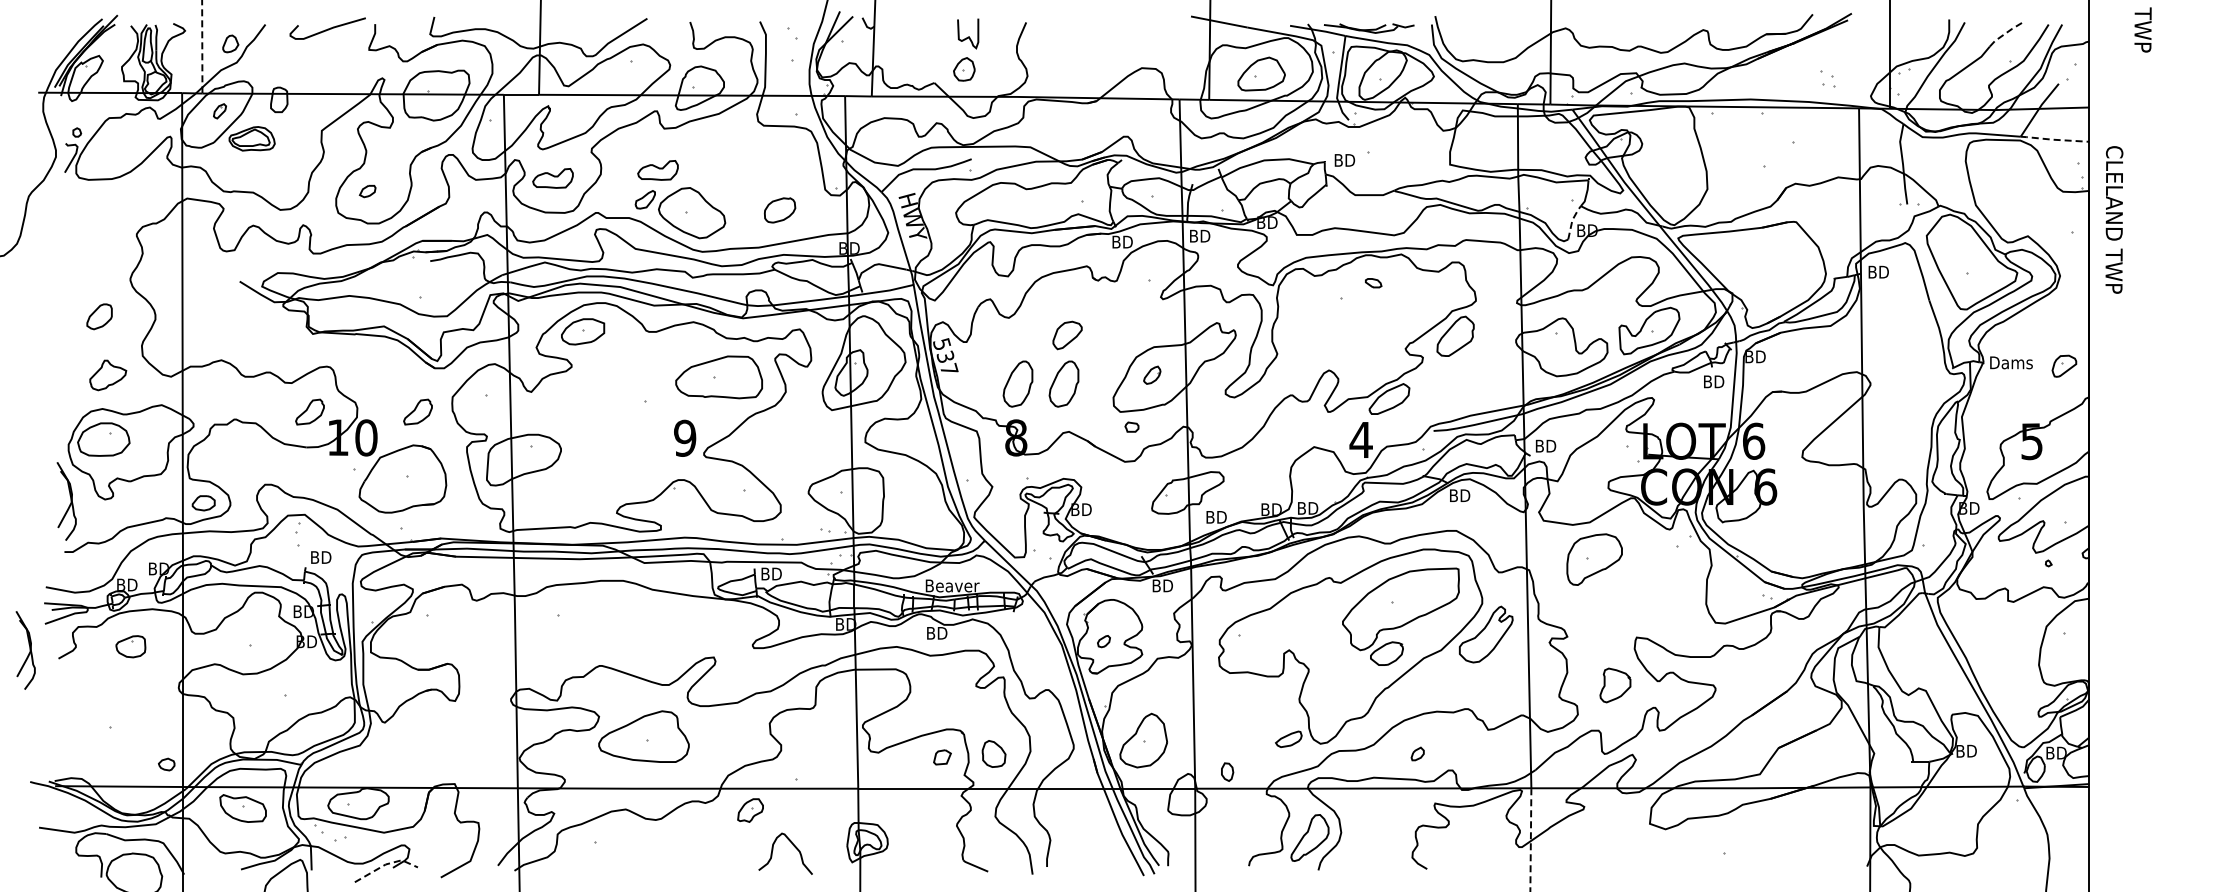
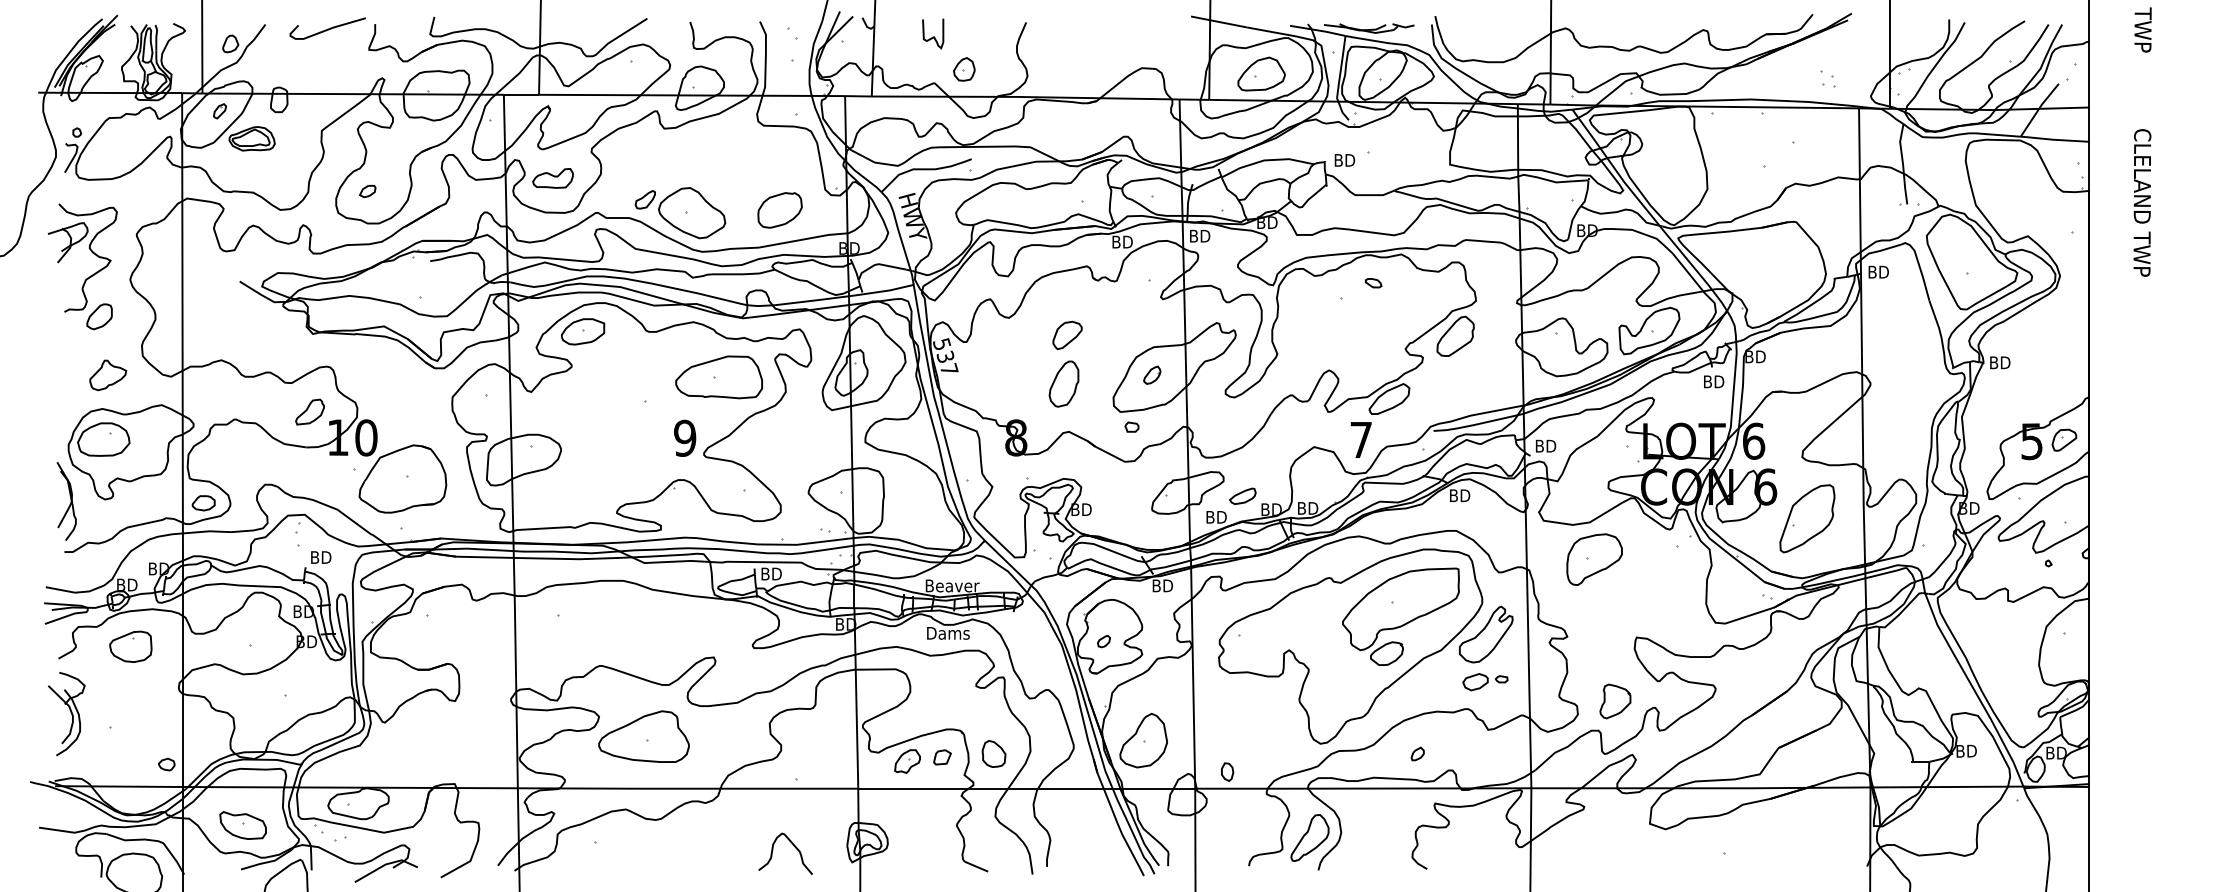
line at (2006, 32): dashed -> solid
curve at (968, 36) position: (968, 36) -> (933, 36)
line at (202, 47): dashed -> solid
line at (2054, 139): dashed -> solid
part at (657, 170): present -> none
part at (780, 210) size: 33x27 px -> 46x37 px
text at (2114, 219) position: (2114, 219) -> (2142, 202)
line at (1572, 220): dashed -> solid
part at (91, 252): none -> present
text at (2011, 362): Dams -> BD
part at (2064, 365) position: (2064, 365) -> (2064, 439)
part at (1017, 383): present -> none
part at (417, 411): present -> none
text at (1360, 439): 4 -> 7
part at (1807, 518): none -> present
text at (948, 633): BD -> Dams
part at (130, 646) size: 32x24 px -> 44x33 px
part at (25, 650): present -> none
part at (1485, 682): none -> present
part at (1615, 685) position: (1615, 685) -> (1615, 701)
part at (66, 714): none -> present
part at (1288, 738) position: (1288, 738) -> (1242, 495)
part at (242, 808) position: (242, 808) -> (242, 825)
part at (750, 810) position: (750, 810) -> (907, 761)
line at (1530, 840): dashed -> solid
line at (385, 864): dashed -> solid
